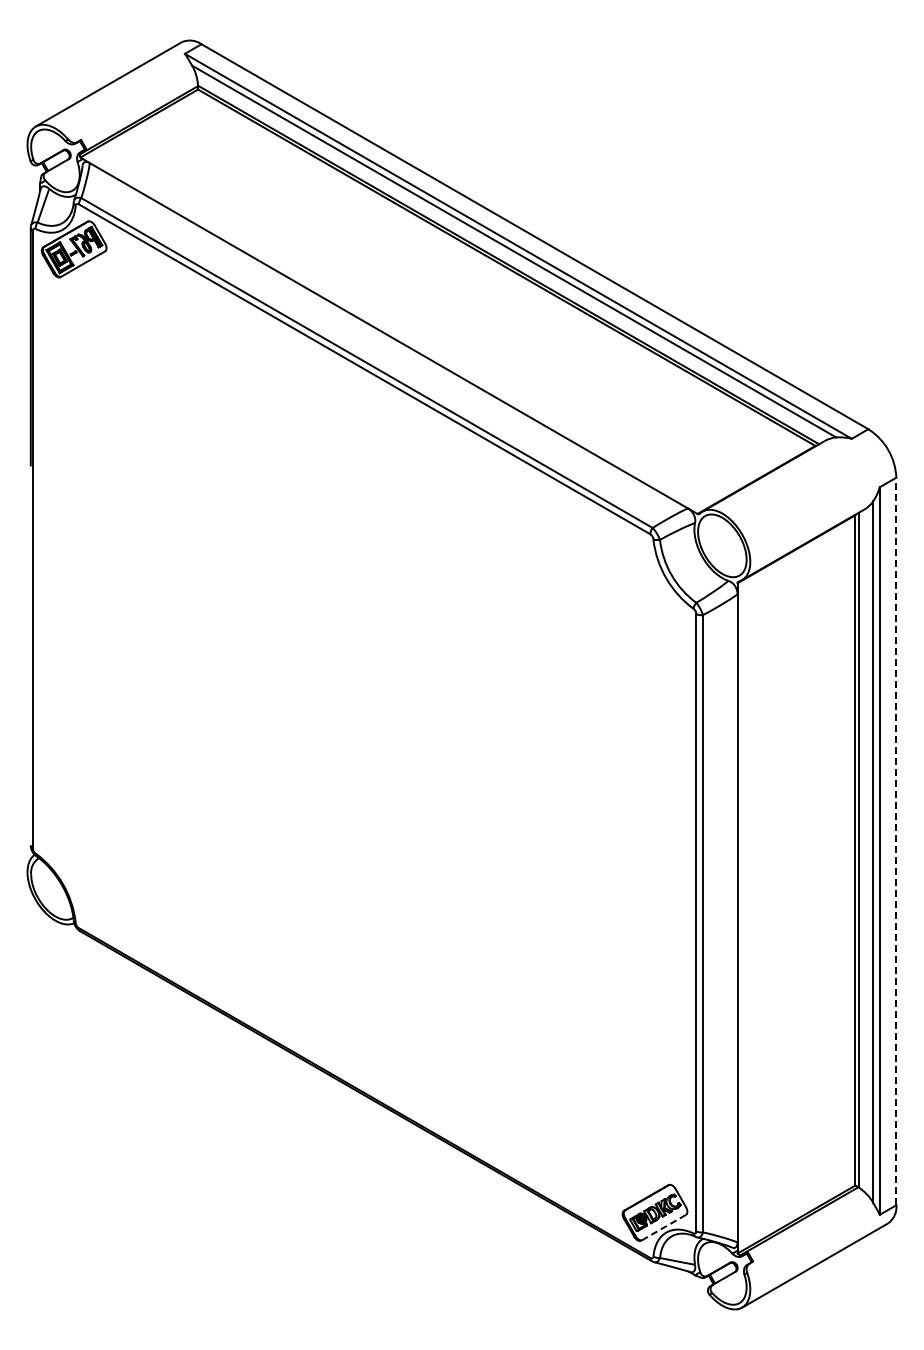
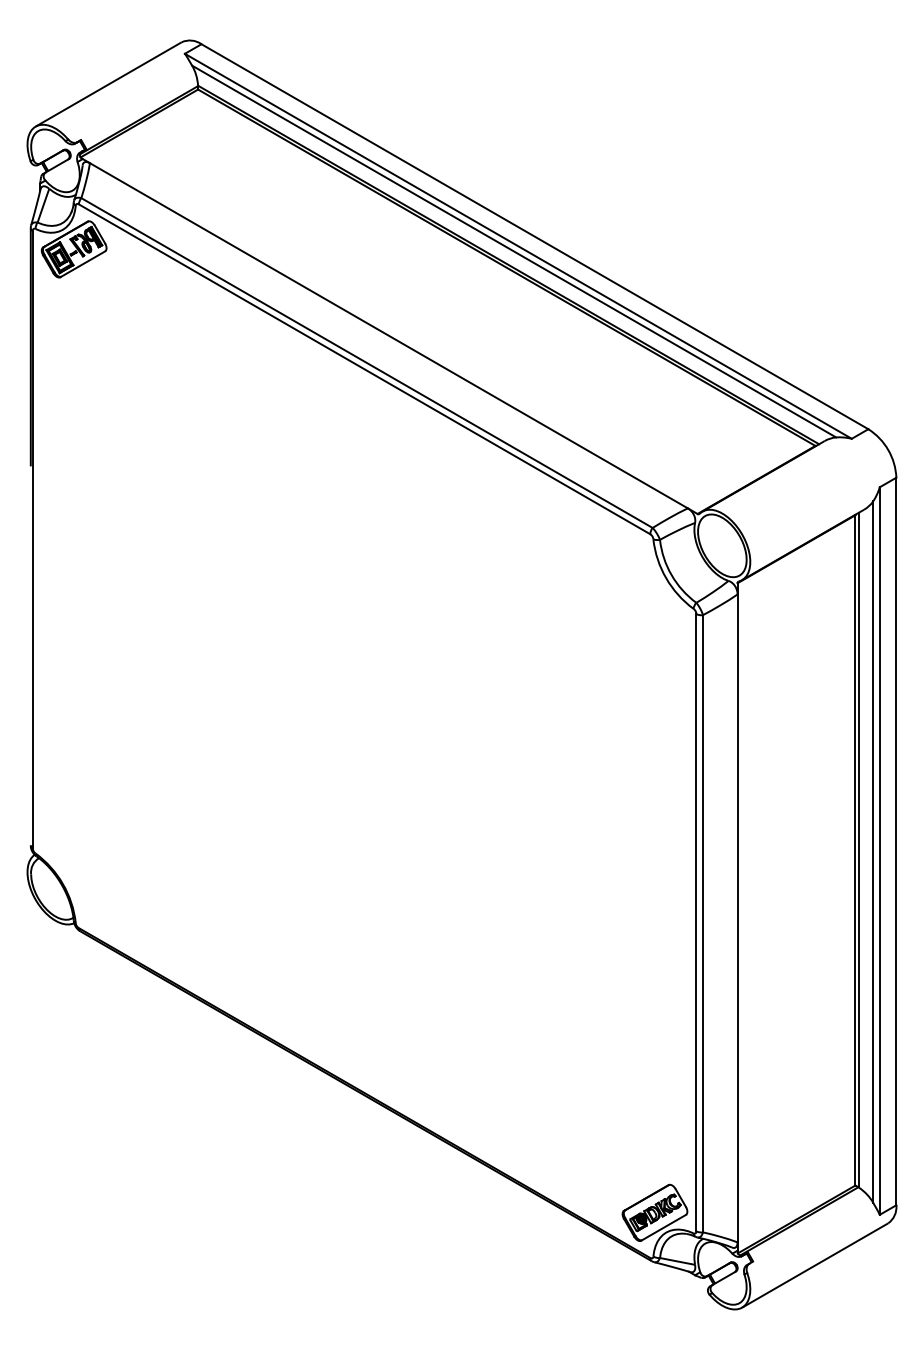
line at (896, 841): dashed -> solid
line at (663, 1227): dashed -> solid
